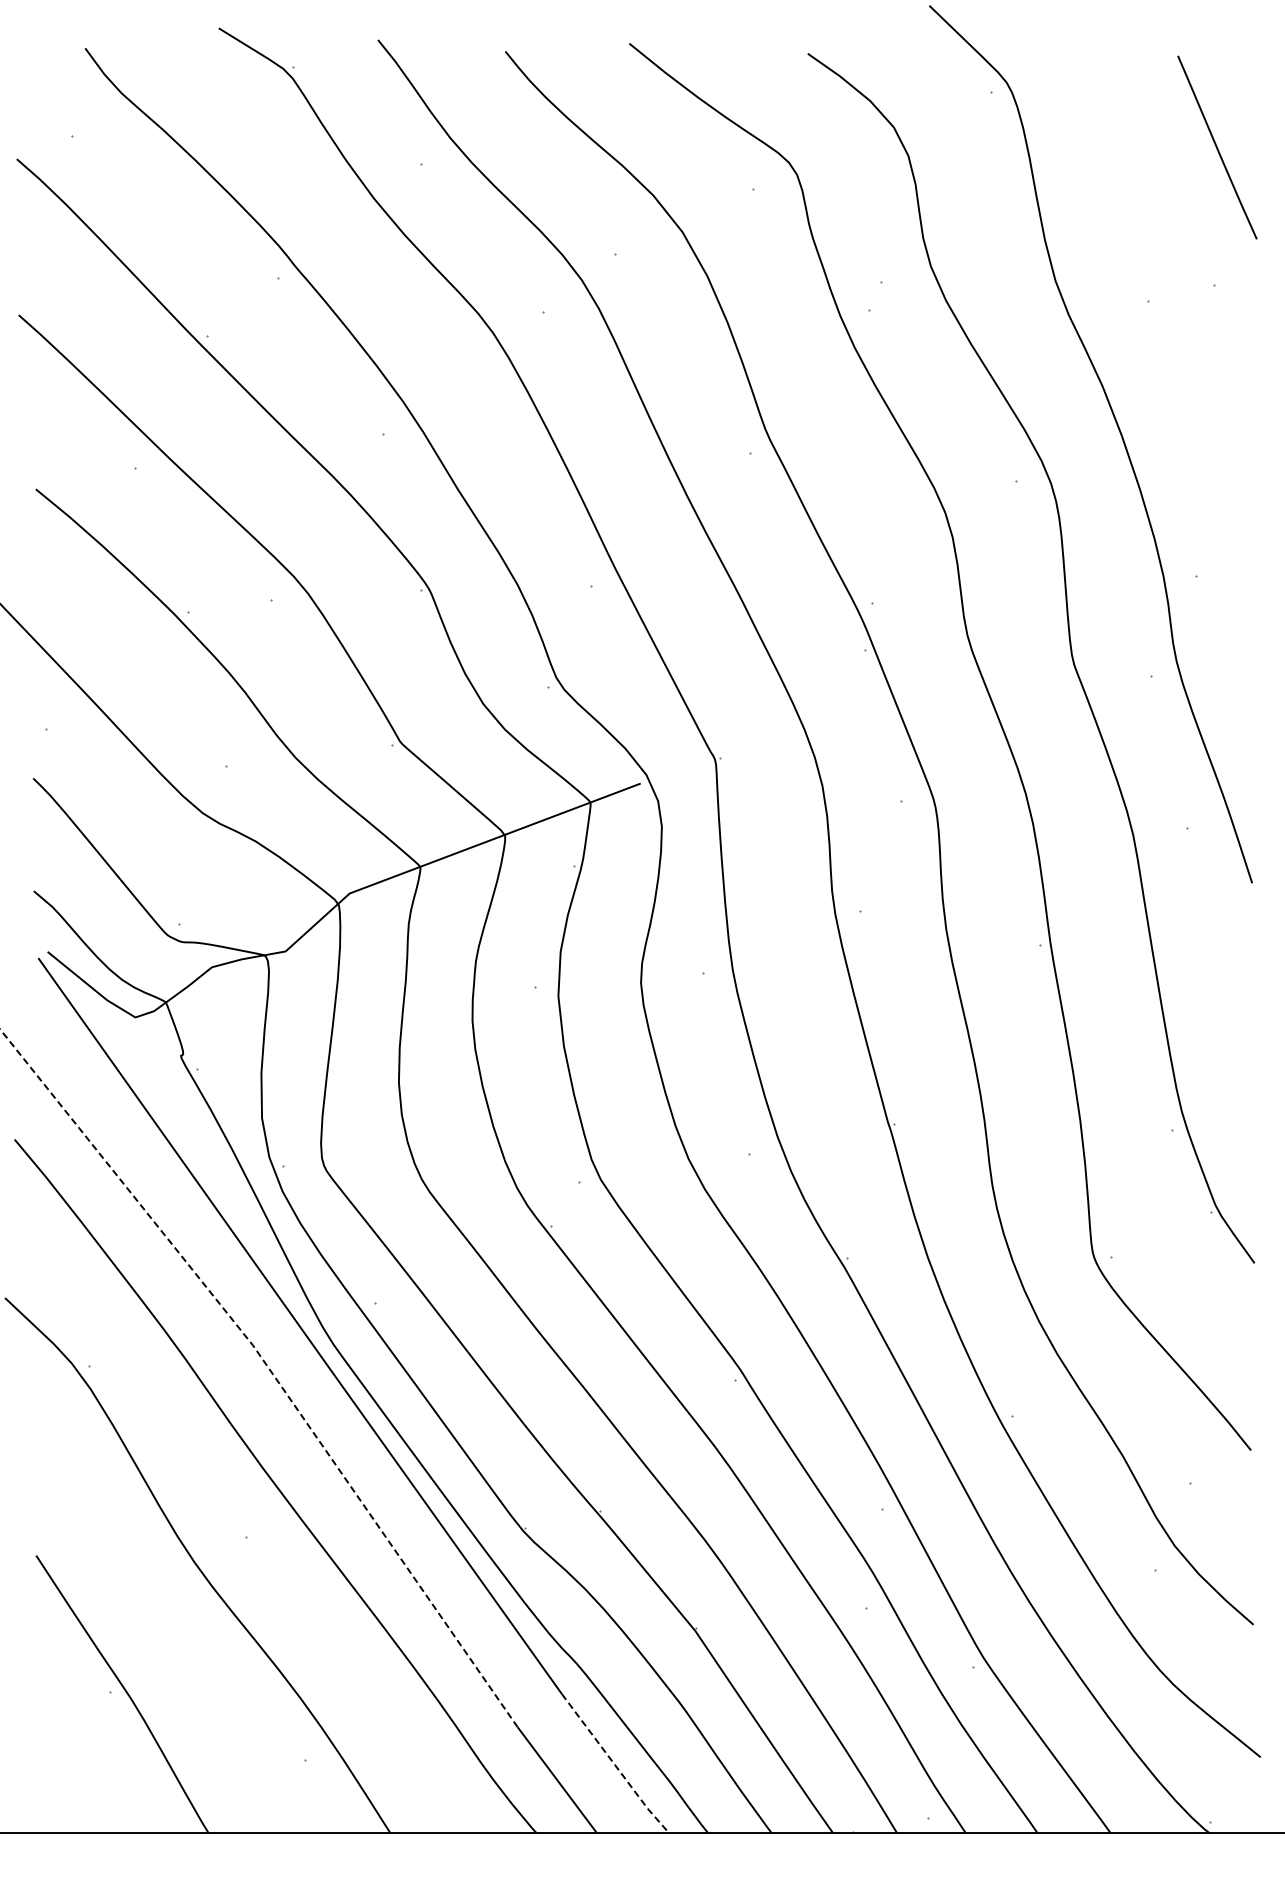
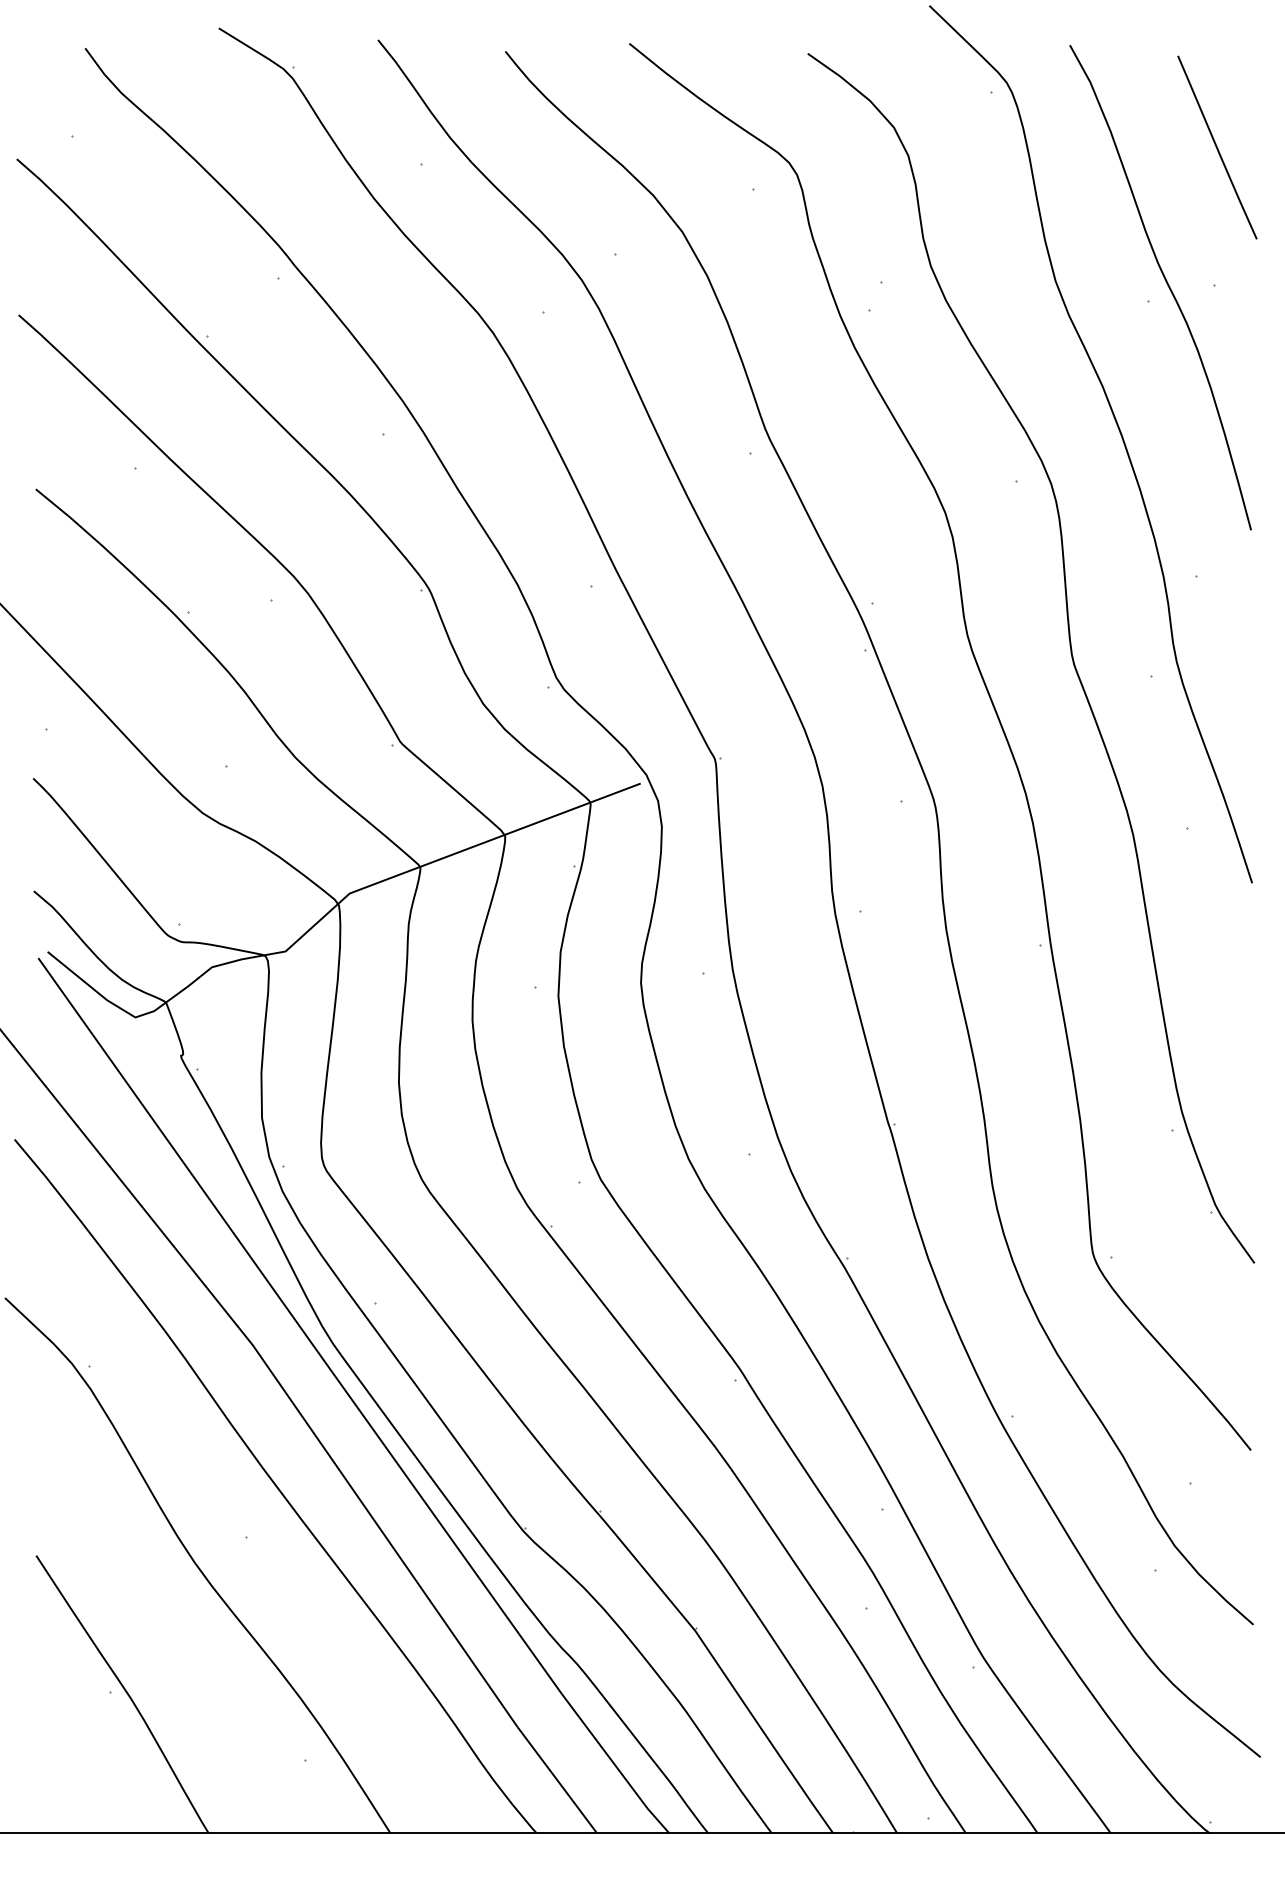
curve at (1166, 283): none -> present
line at (269, 1369): dashed -> solid
line at (614, 1764): dashed -> solid
